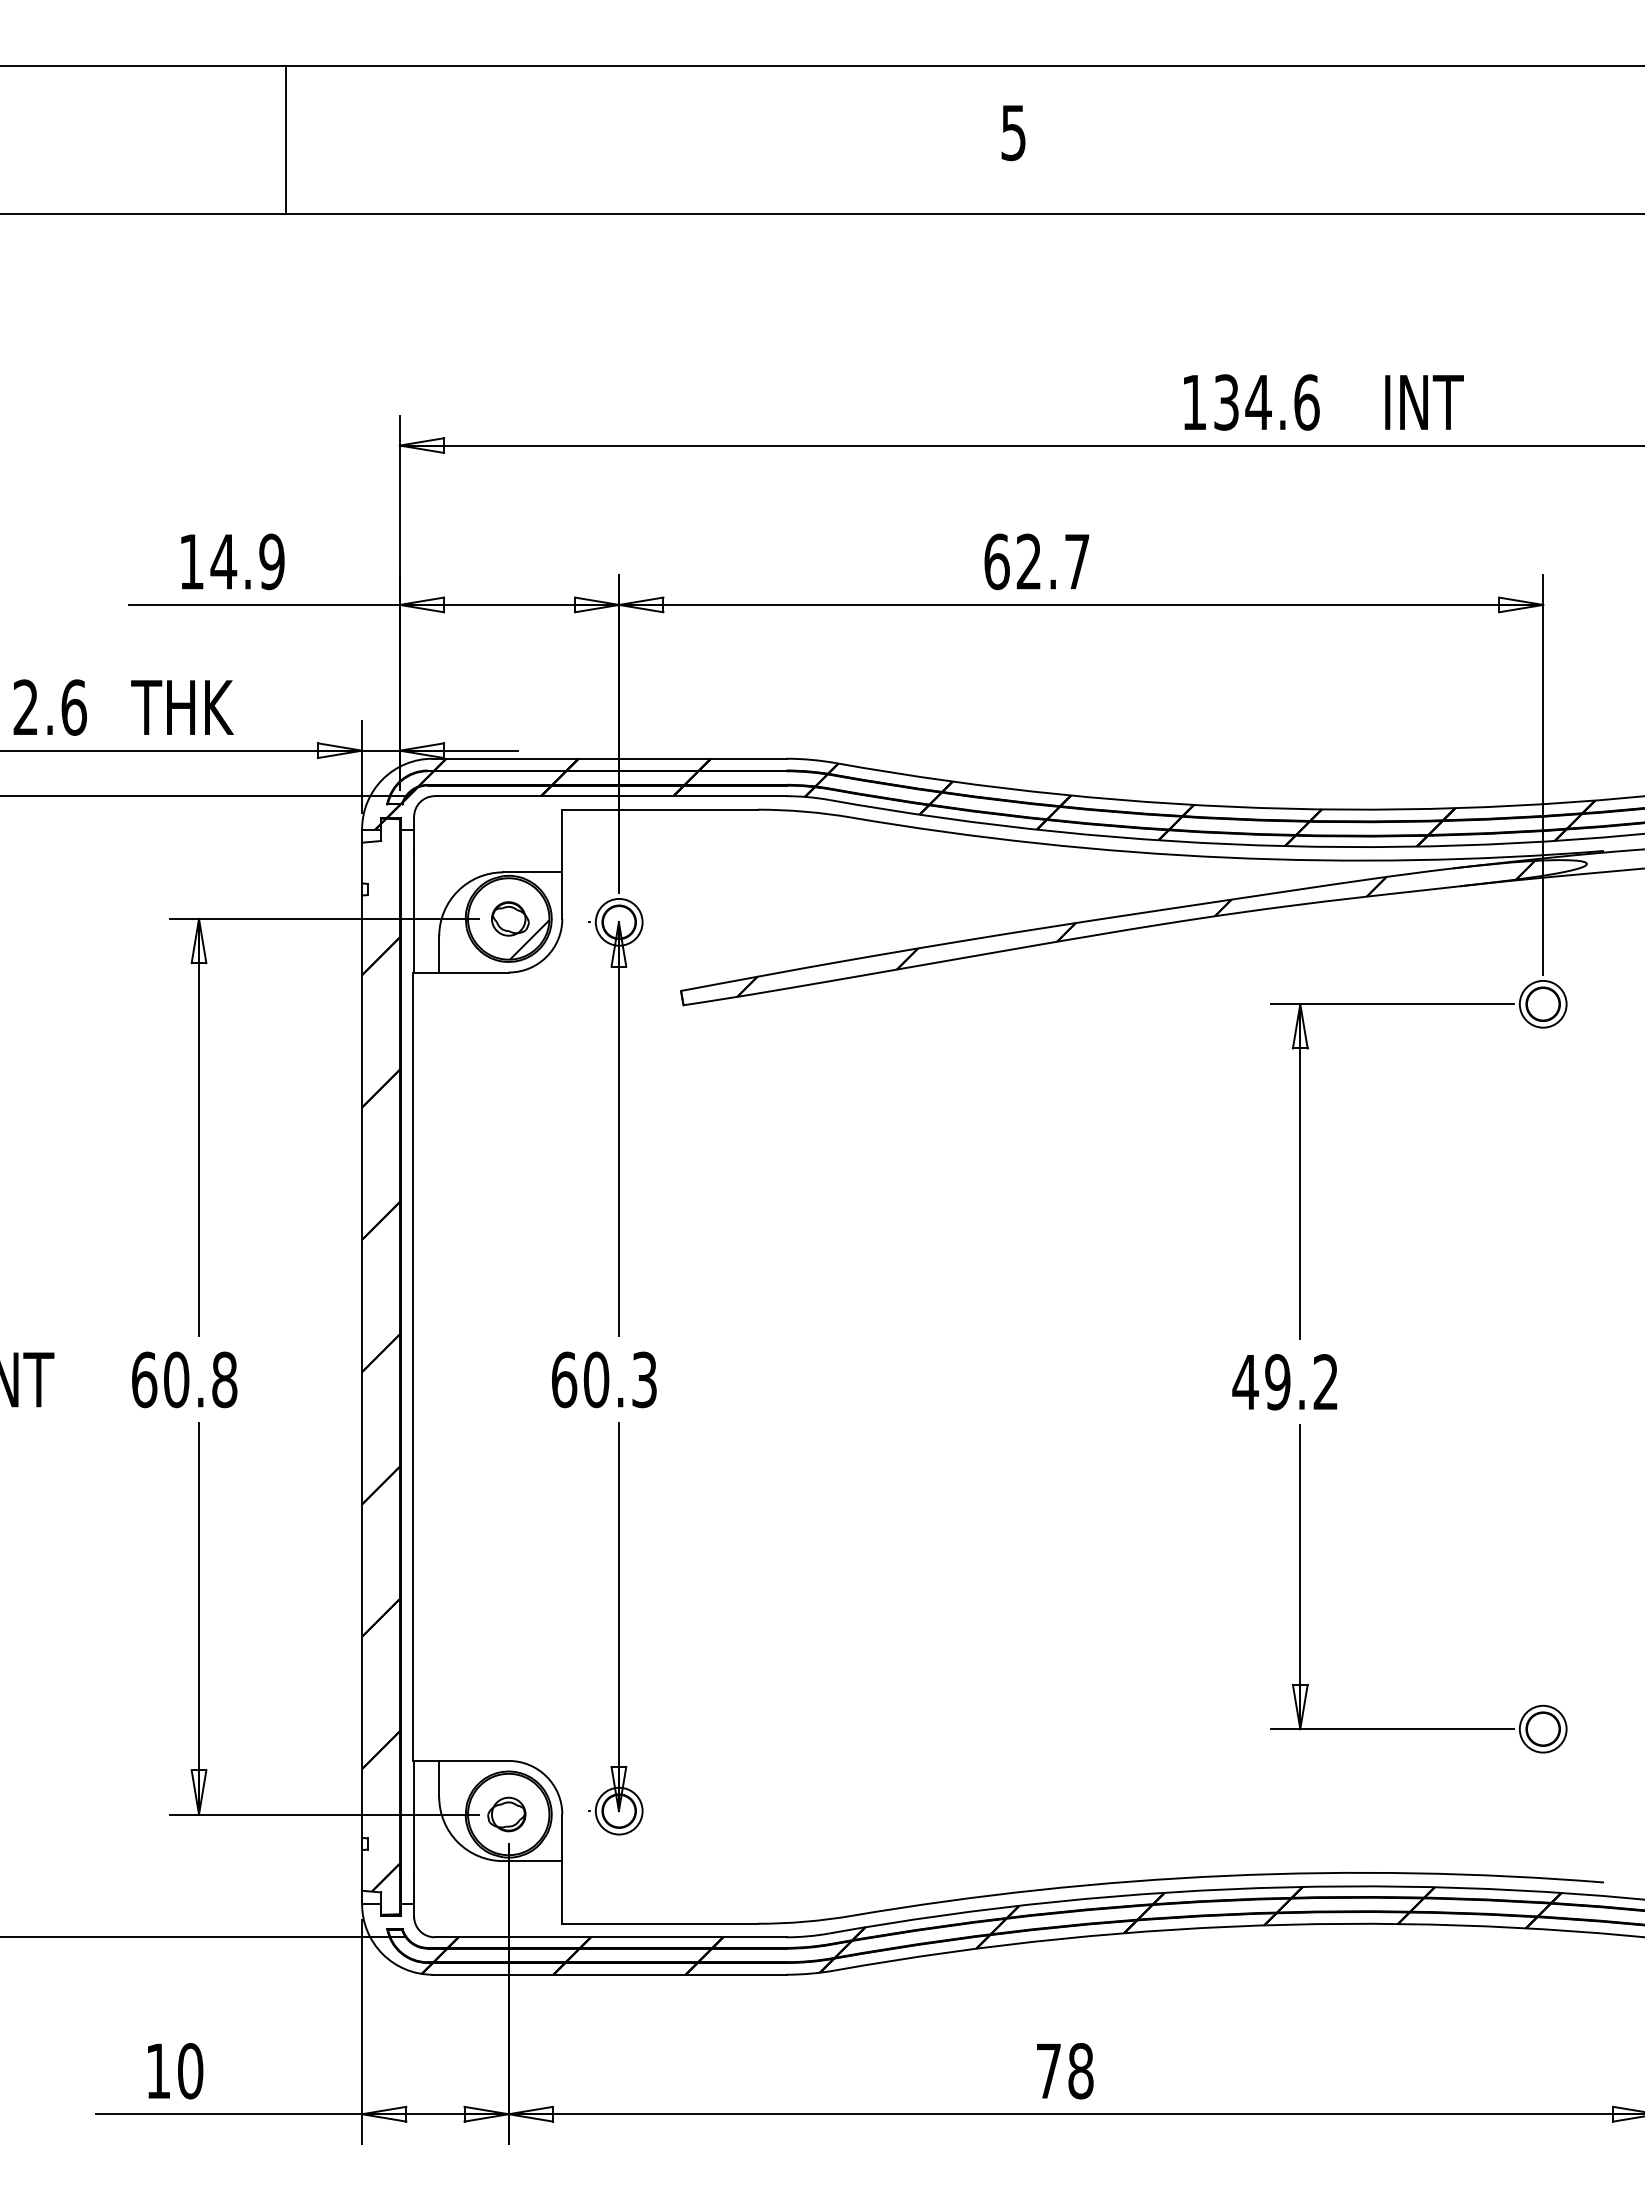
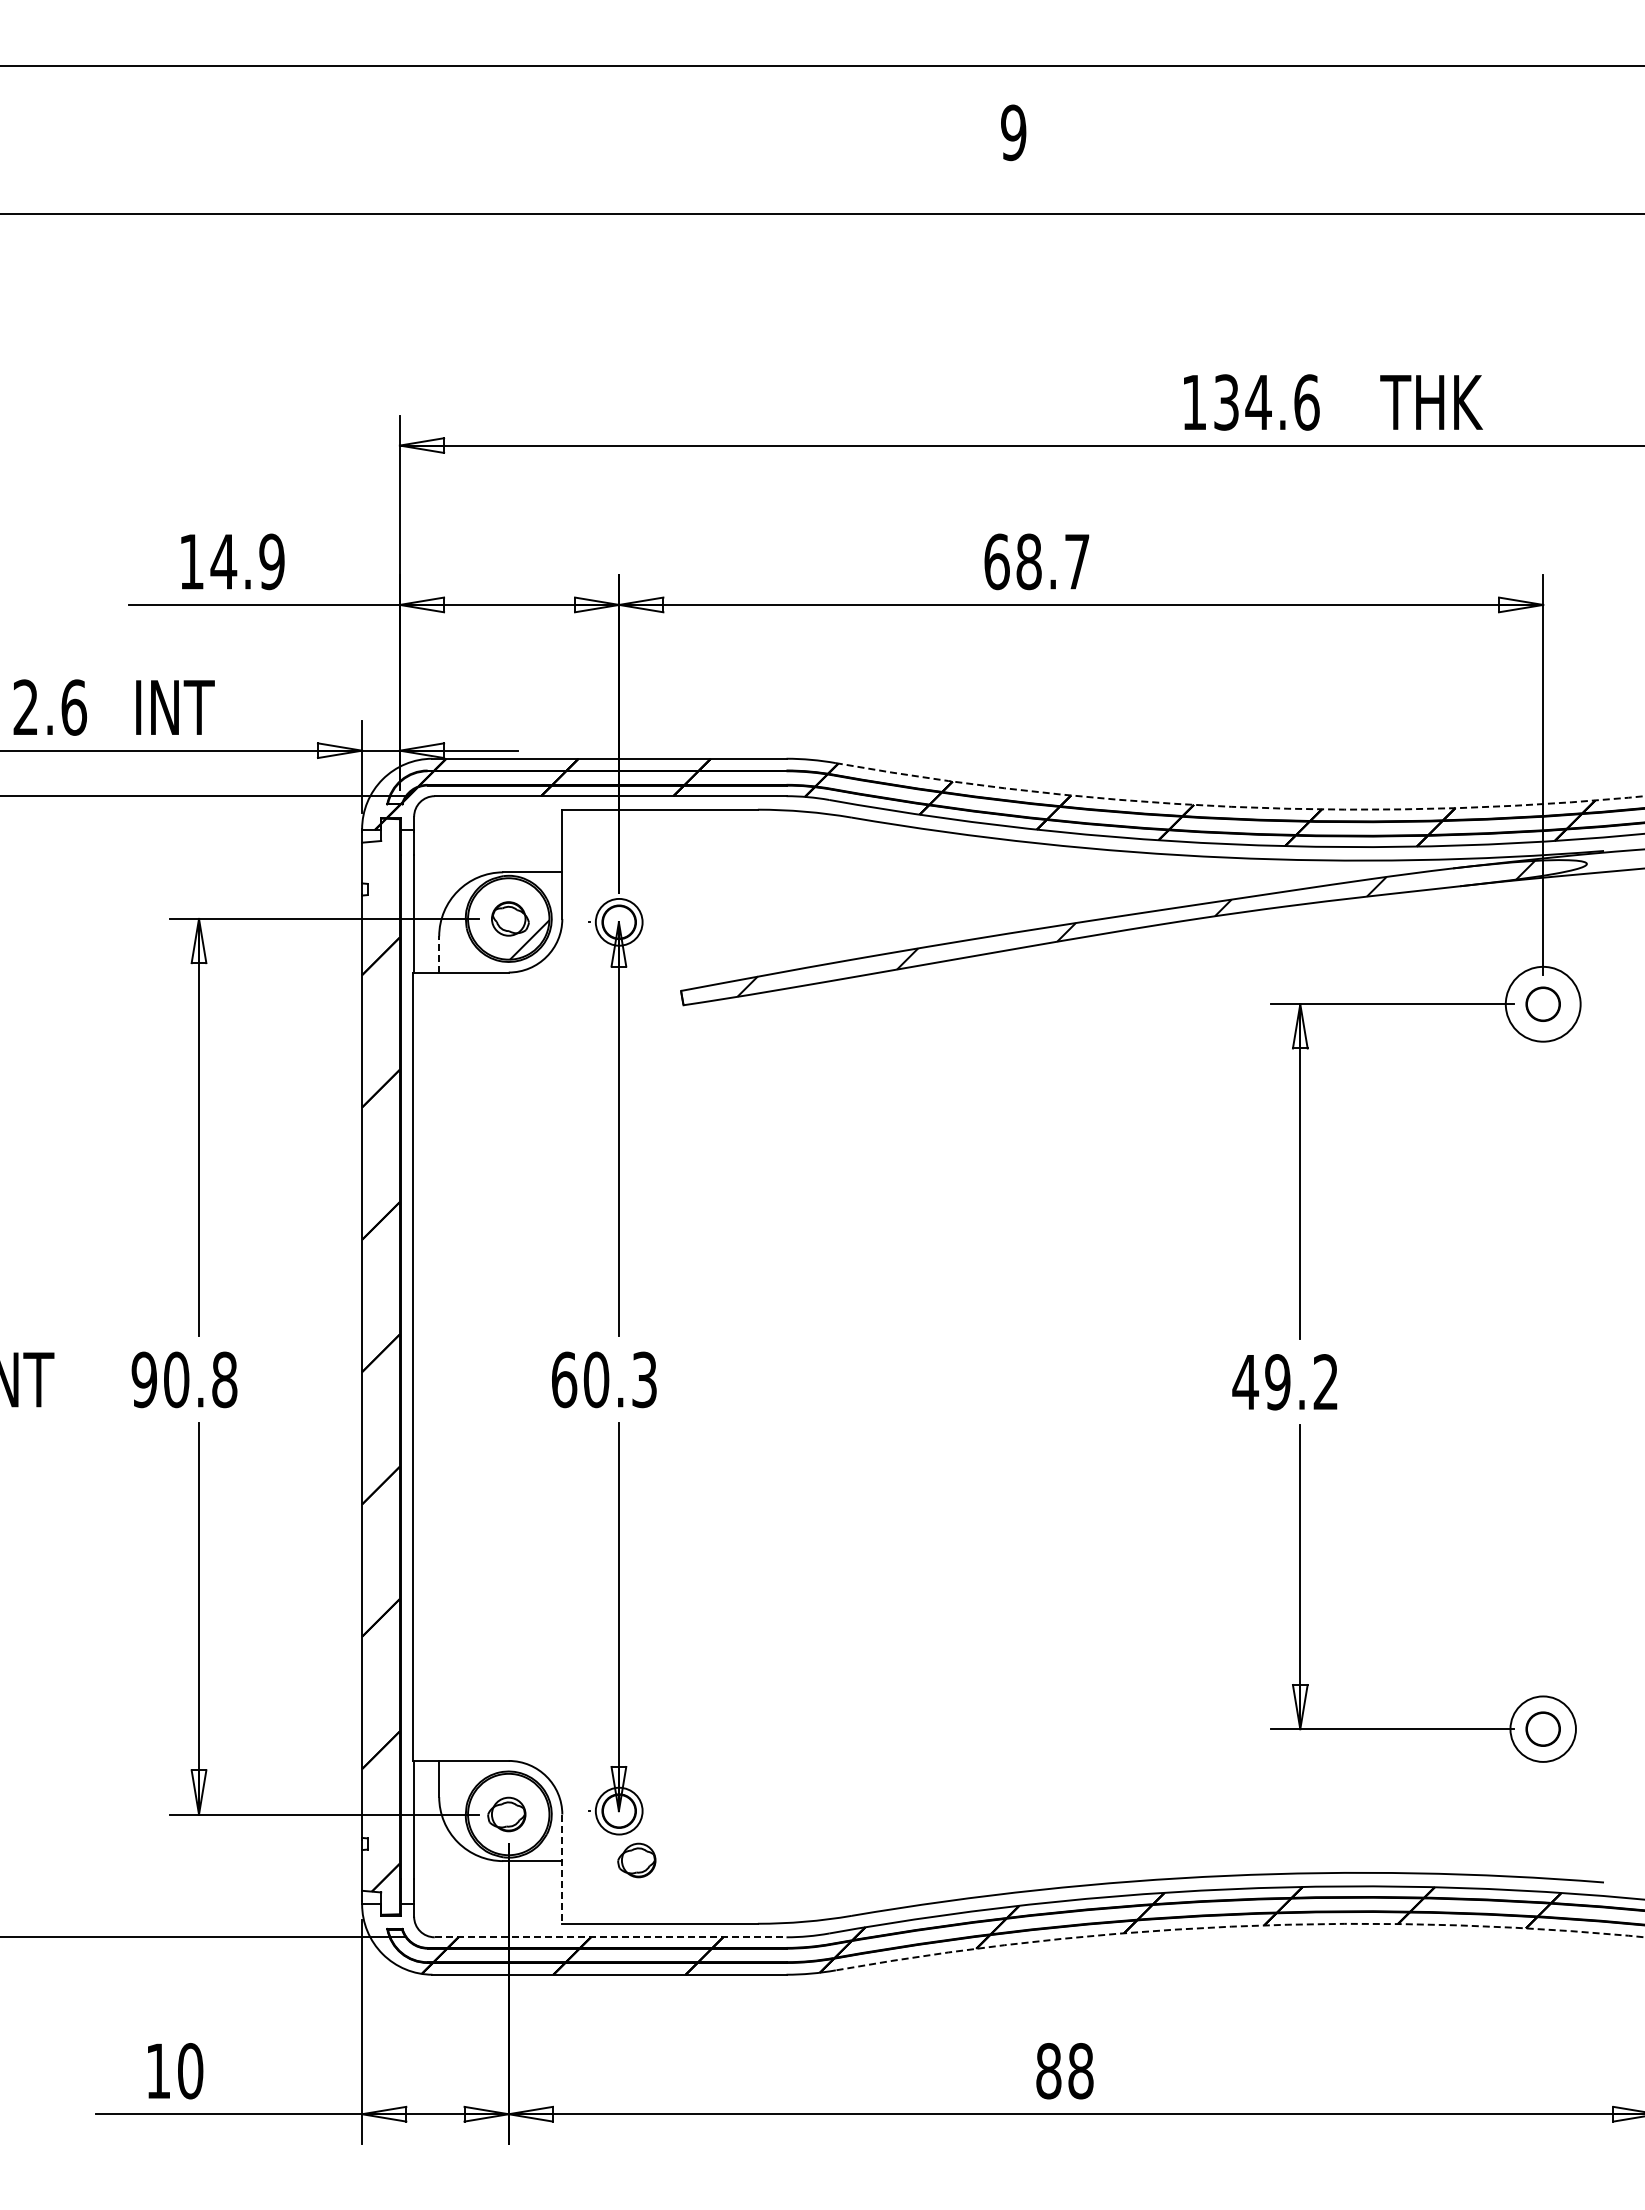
text at (1013, 132): 5 -> 9
line at (285, 139): present -> none
text at (1431, 402): INT -> THK
text at (1028, 561): 62.7 -> 68.7
text at (182, 707): THK -> INT
arc at (1239, 807): solid -> dashed
hatch at (1135, 928): present -> none
line at (439, 953): solid -> dashed
circle at (1542, 1003) diameter: 47 px -> 75 px
text at (144, 1379): 60.8 -> 90.8
circle at (1542, 1728) diameter: 47 px -> 65 px
part at (636, 1860): none -> present
line at (562, 1869): solid -> dashed
arc at (1239, 1926): solid -> dashed
line at (610, 1937): solid -> dashed
text at (1048, 2071): 78 -> 88
